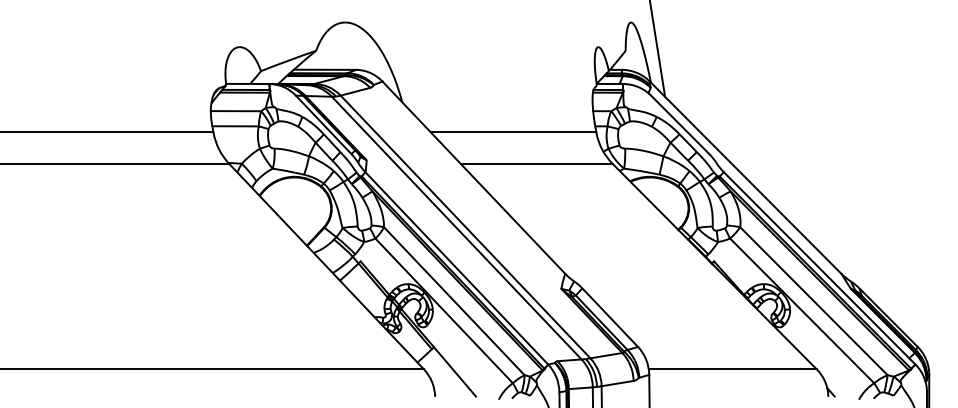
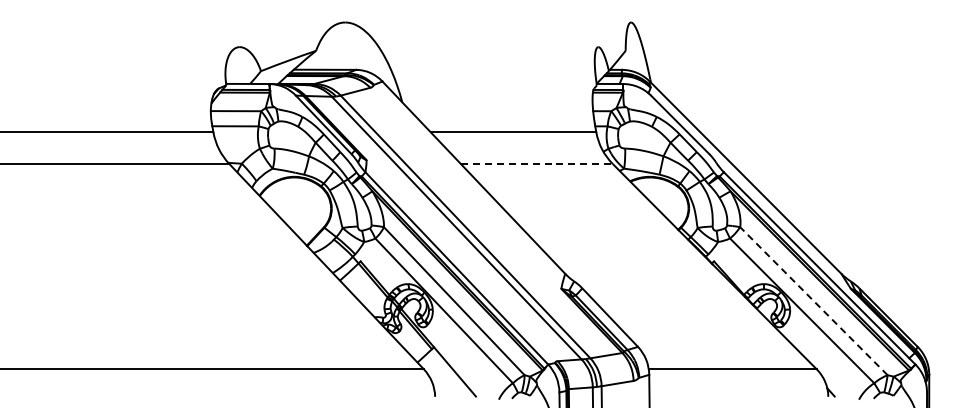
line at (657, 49): present -> none
line at (536, 164): solid -> dashed
line at (813, 301): solid -> dashed
